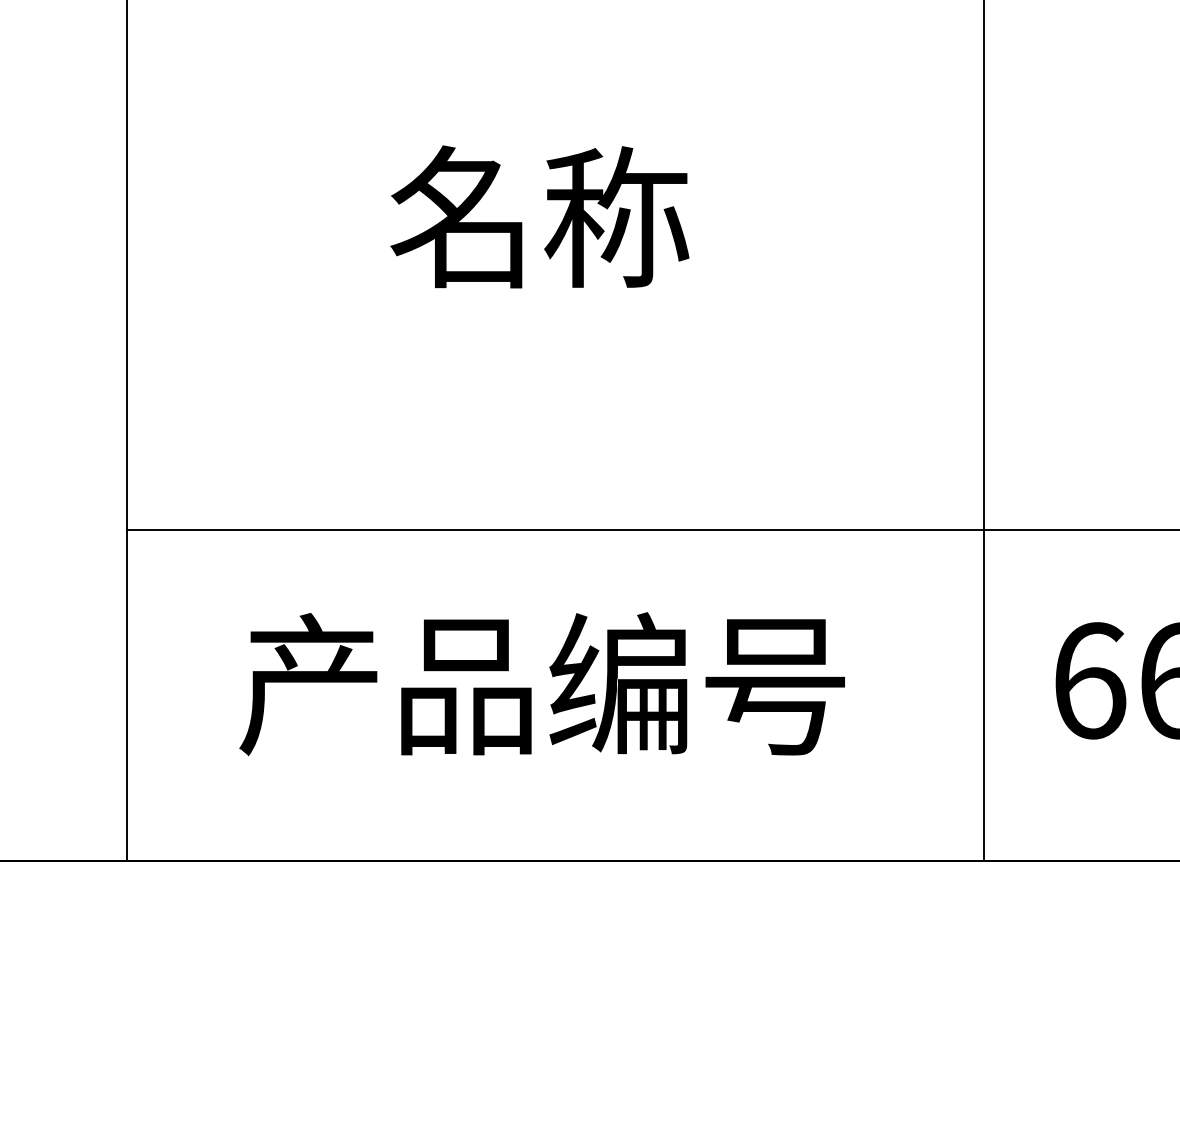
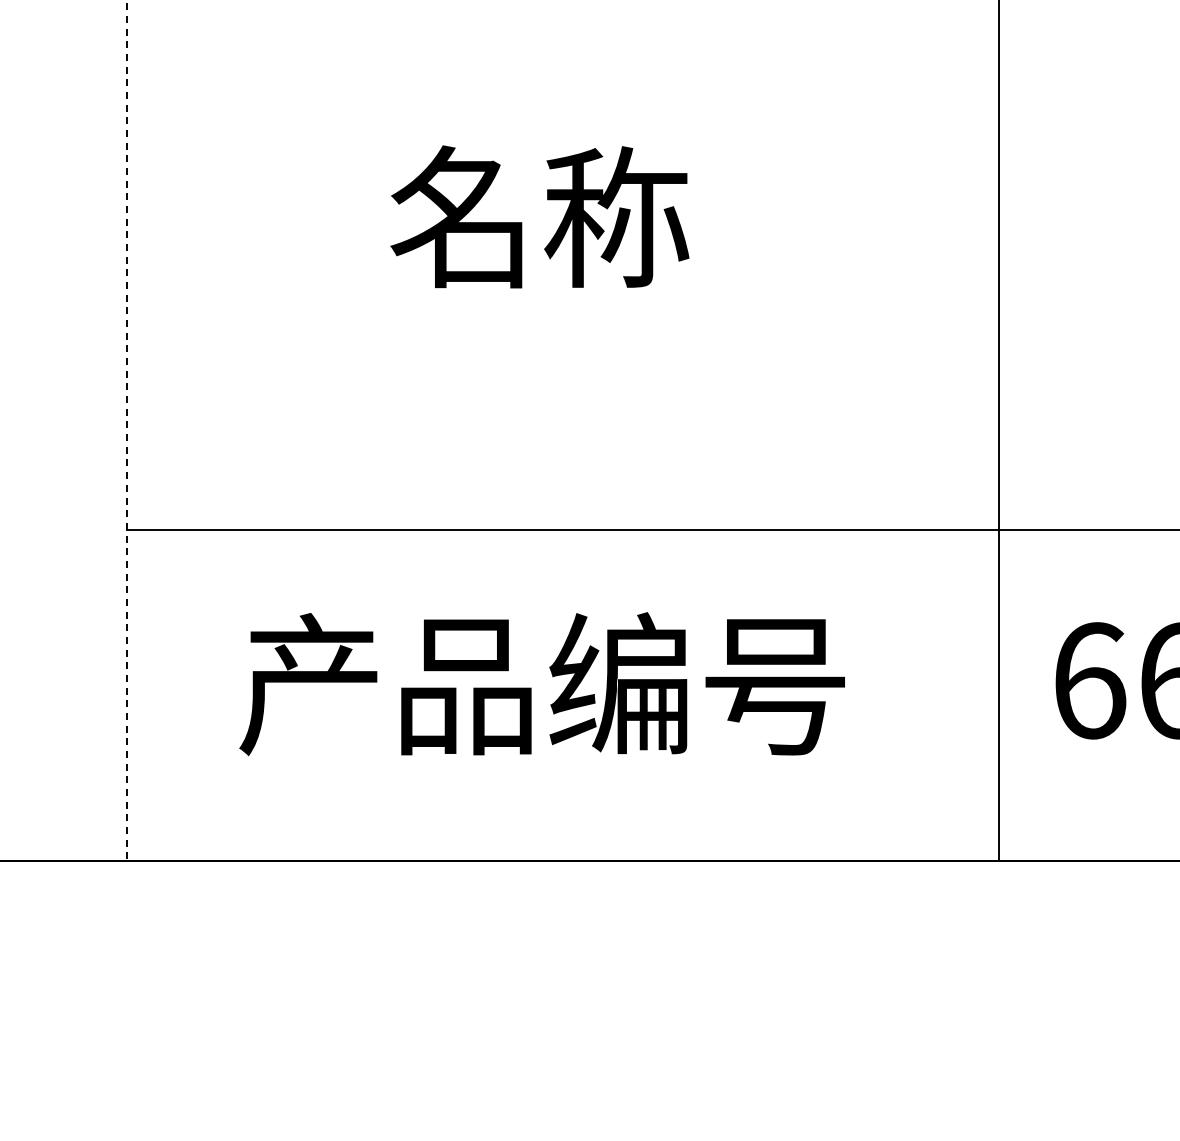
line at (126, 431): solid -> dashed
line at (983, 431) position: (983, 431) -> (998, 431)
